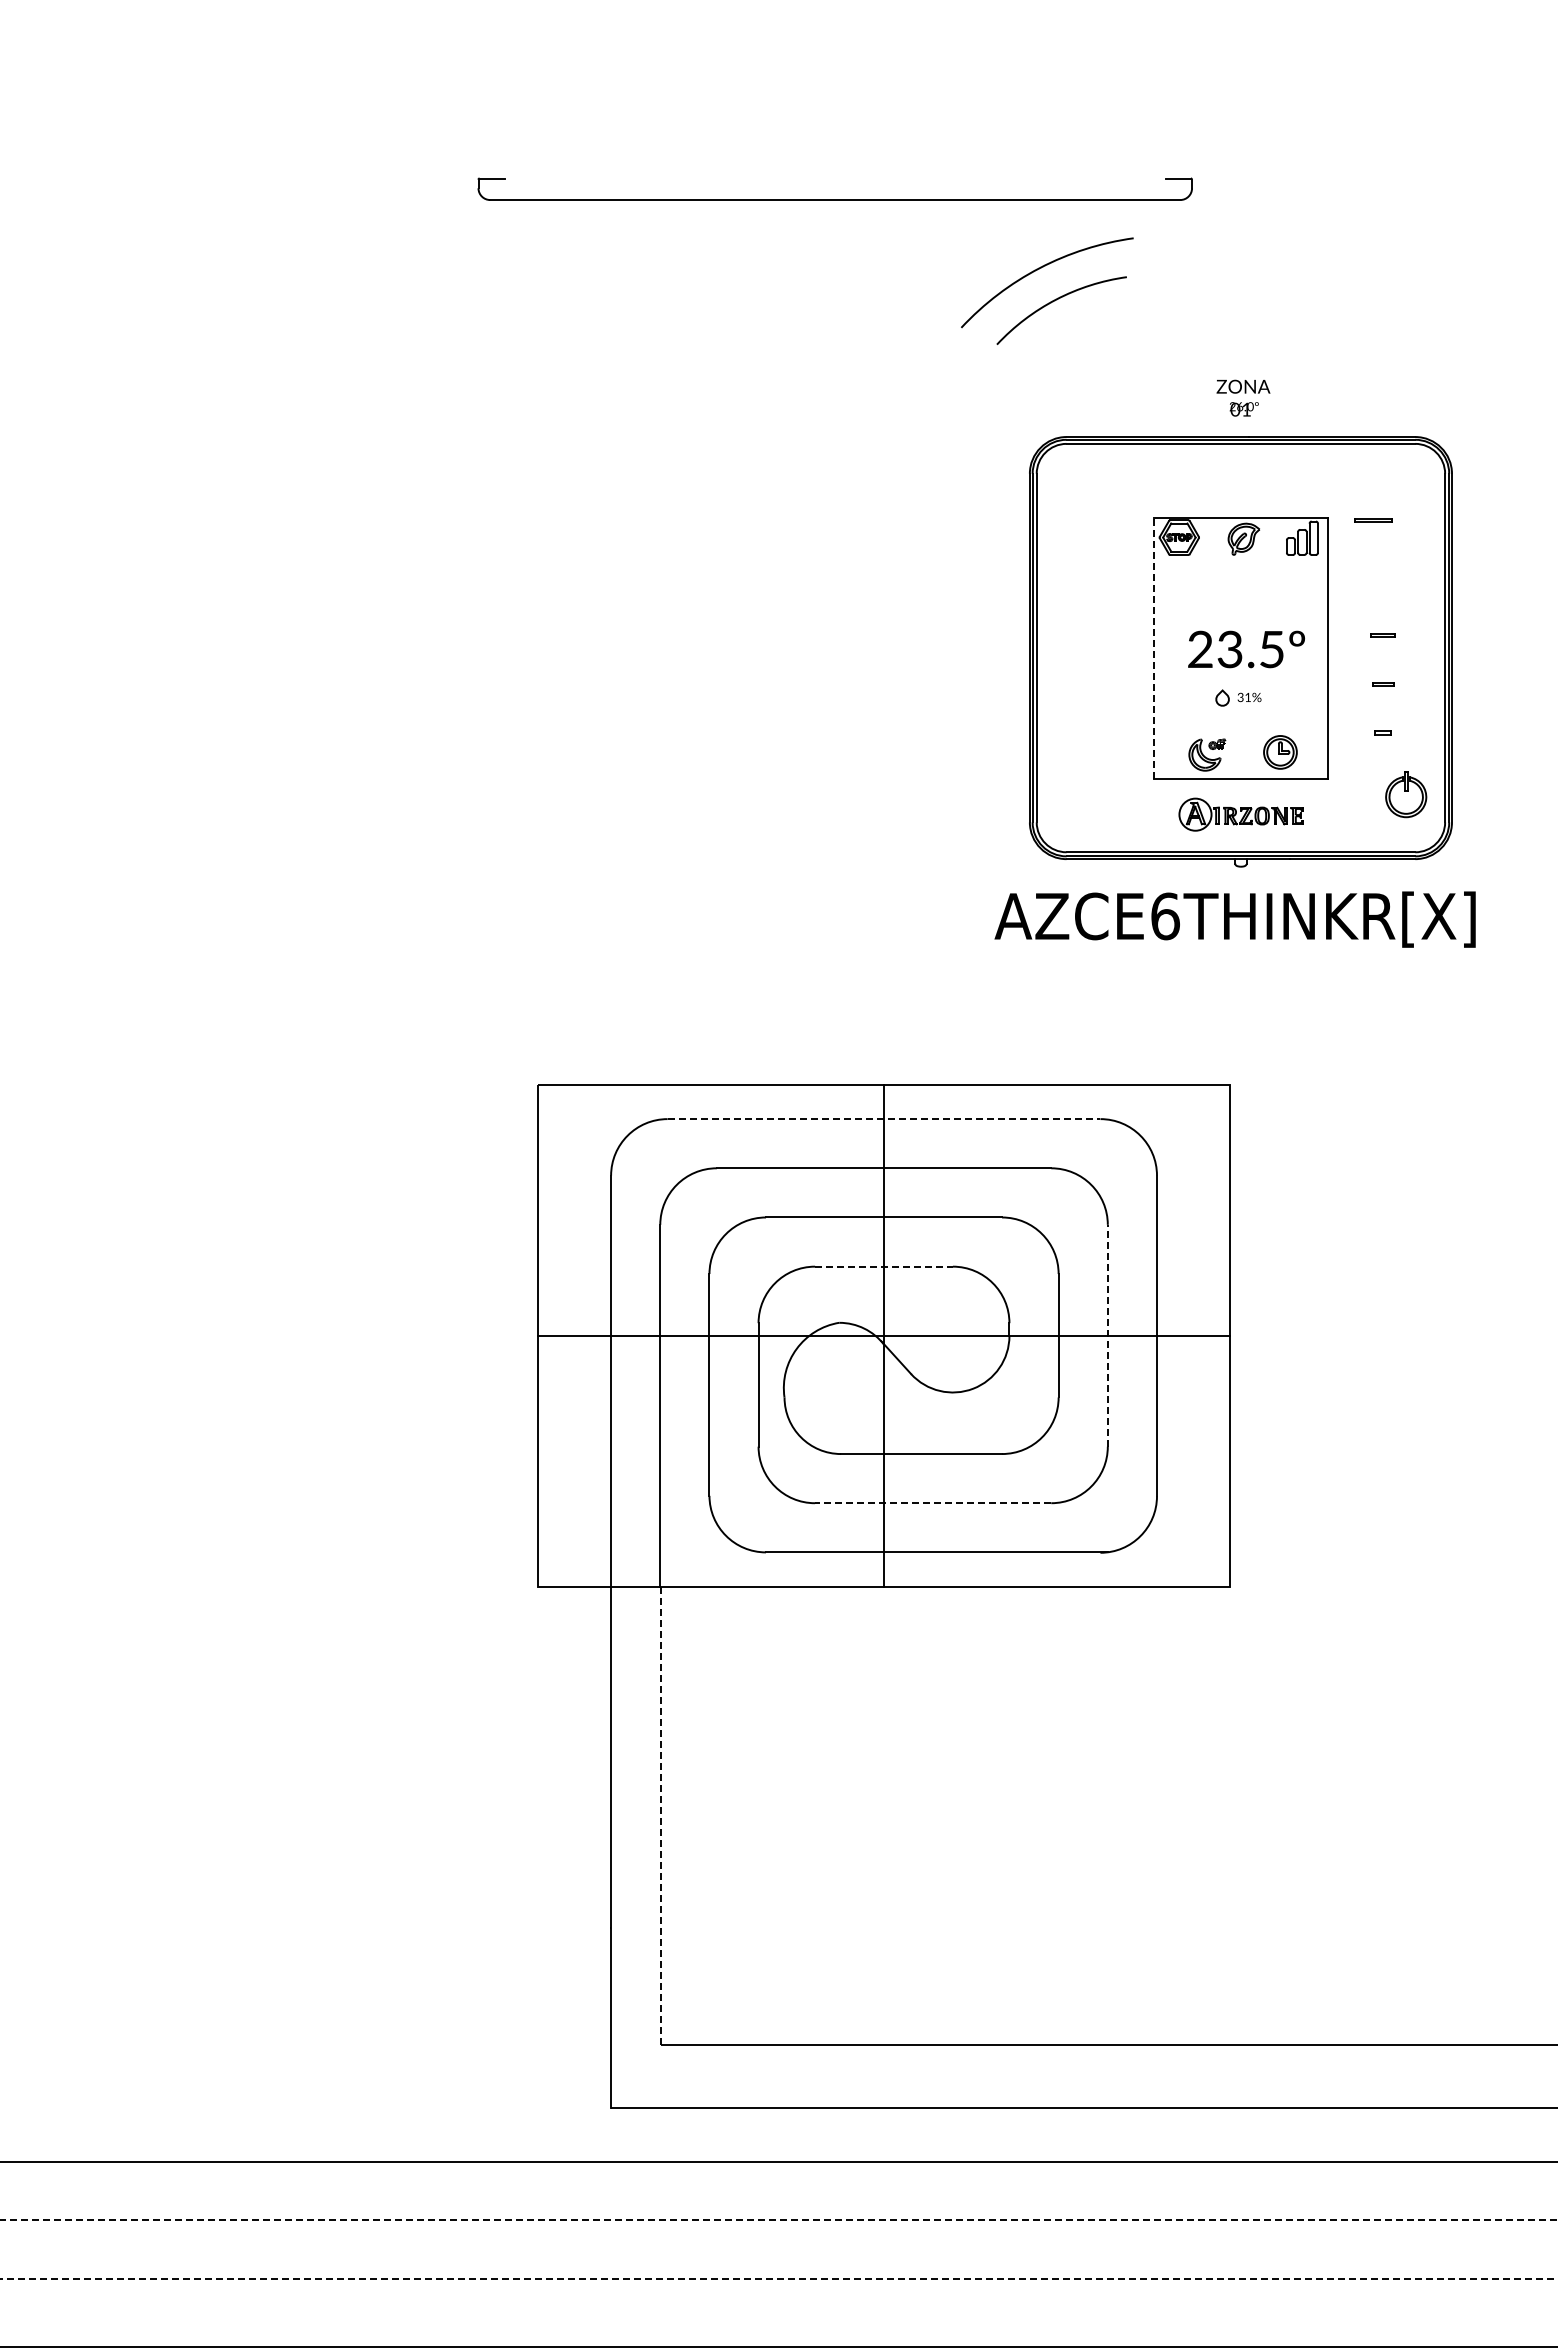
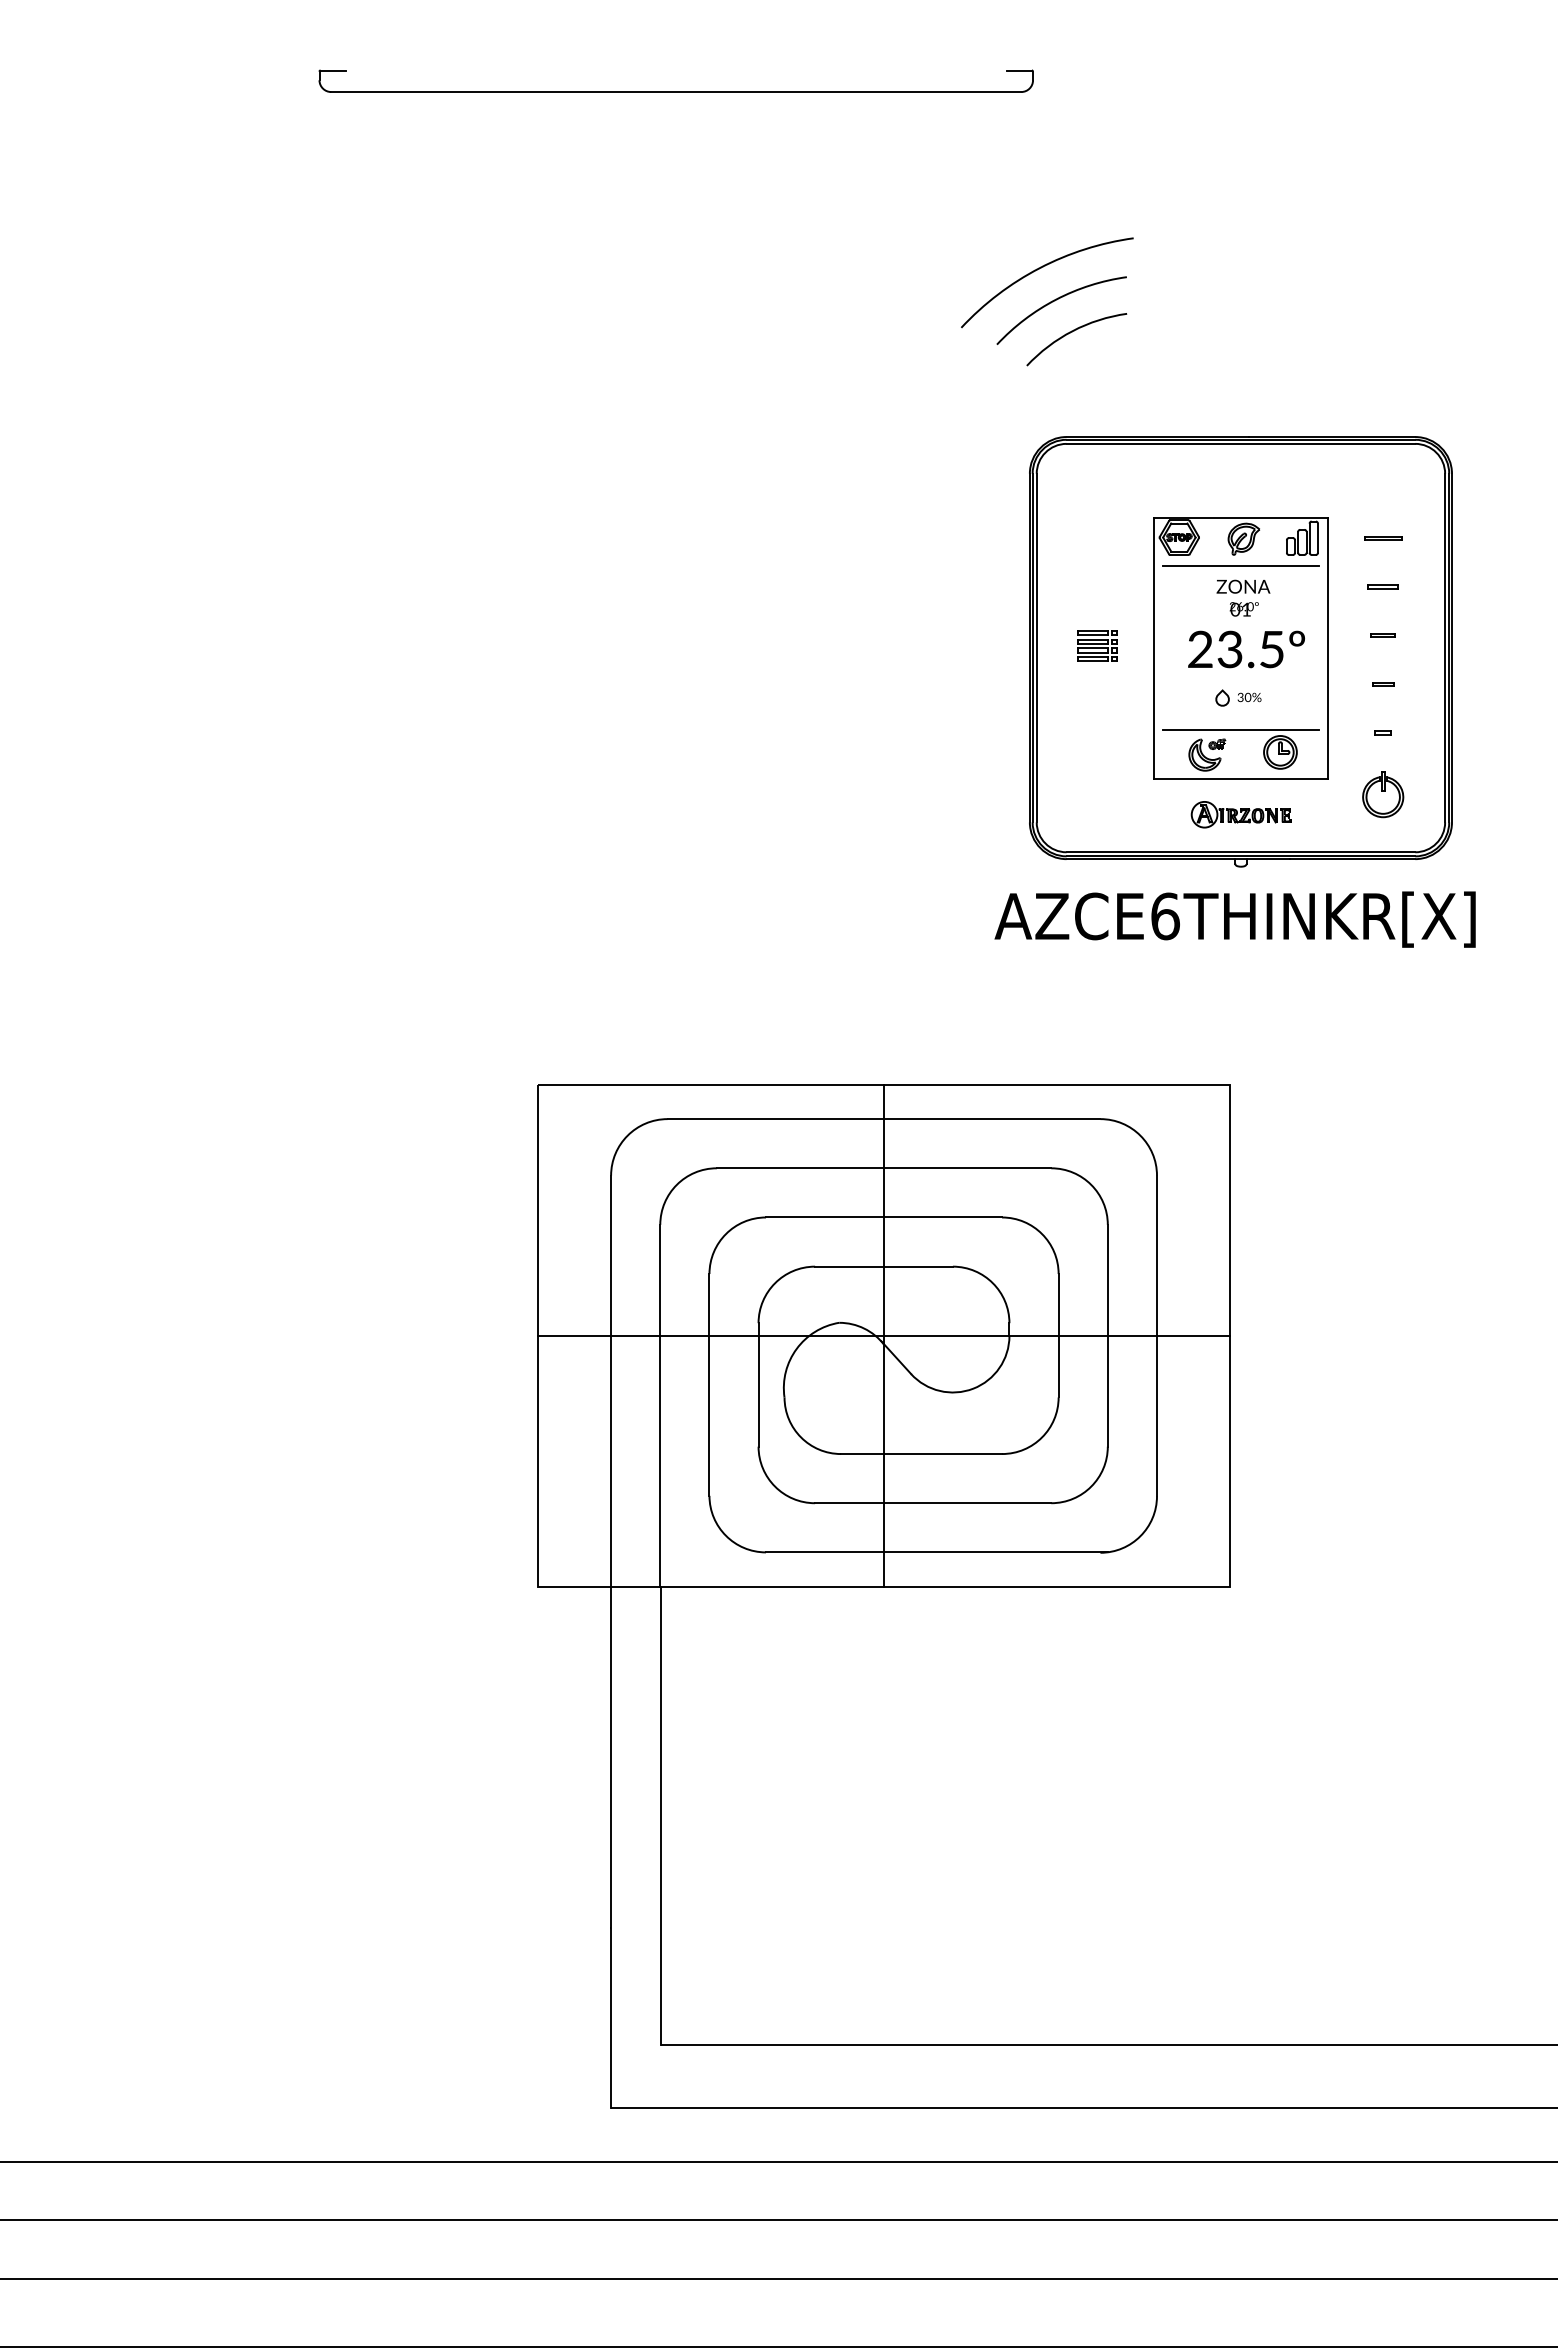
part at (834, 199) position: (834, 199) -> (675, 91)
arc at (1072, 332): none -> present
text at (1243, 397) position: (1243, 397) -> (1243, 597)
line at (1373, 519) position: (1373, 519) -> (1383, 537)
line at (1240, 566): none -> present
part at (1382, 586): none -> present
part at (1097, 645): none -> present
line at (1154, 648): dashed -> solid
text at (1247, 696): 31% -> 30%
line at (1240, 730): none -> present
part at (1406, 794) position: (1406, 794) -> (1383, 794)
part at (1240, 814) size: 126x35 px -> 102x28 px
line at (884, 1119): dashed -> solid
line at (884, 1266): dashed -> solid
line at (1107, 1335): dashed -> solid
line at (932, 1503): dashed -> solid
line at (660, 1815): dashed -> solid
line at (779, 2219): dashed -> solid
line at (779, 2279): dashed -> solid
